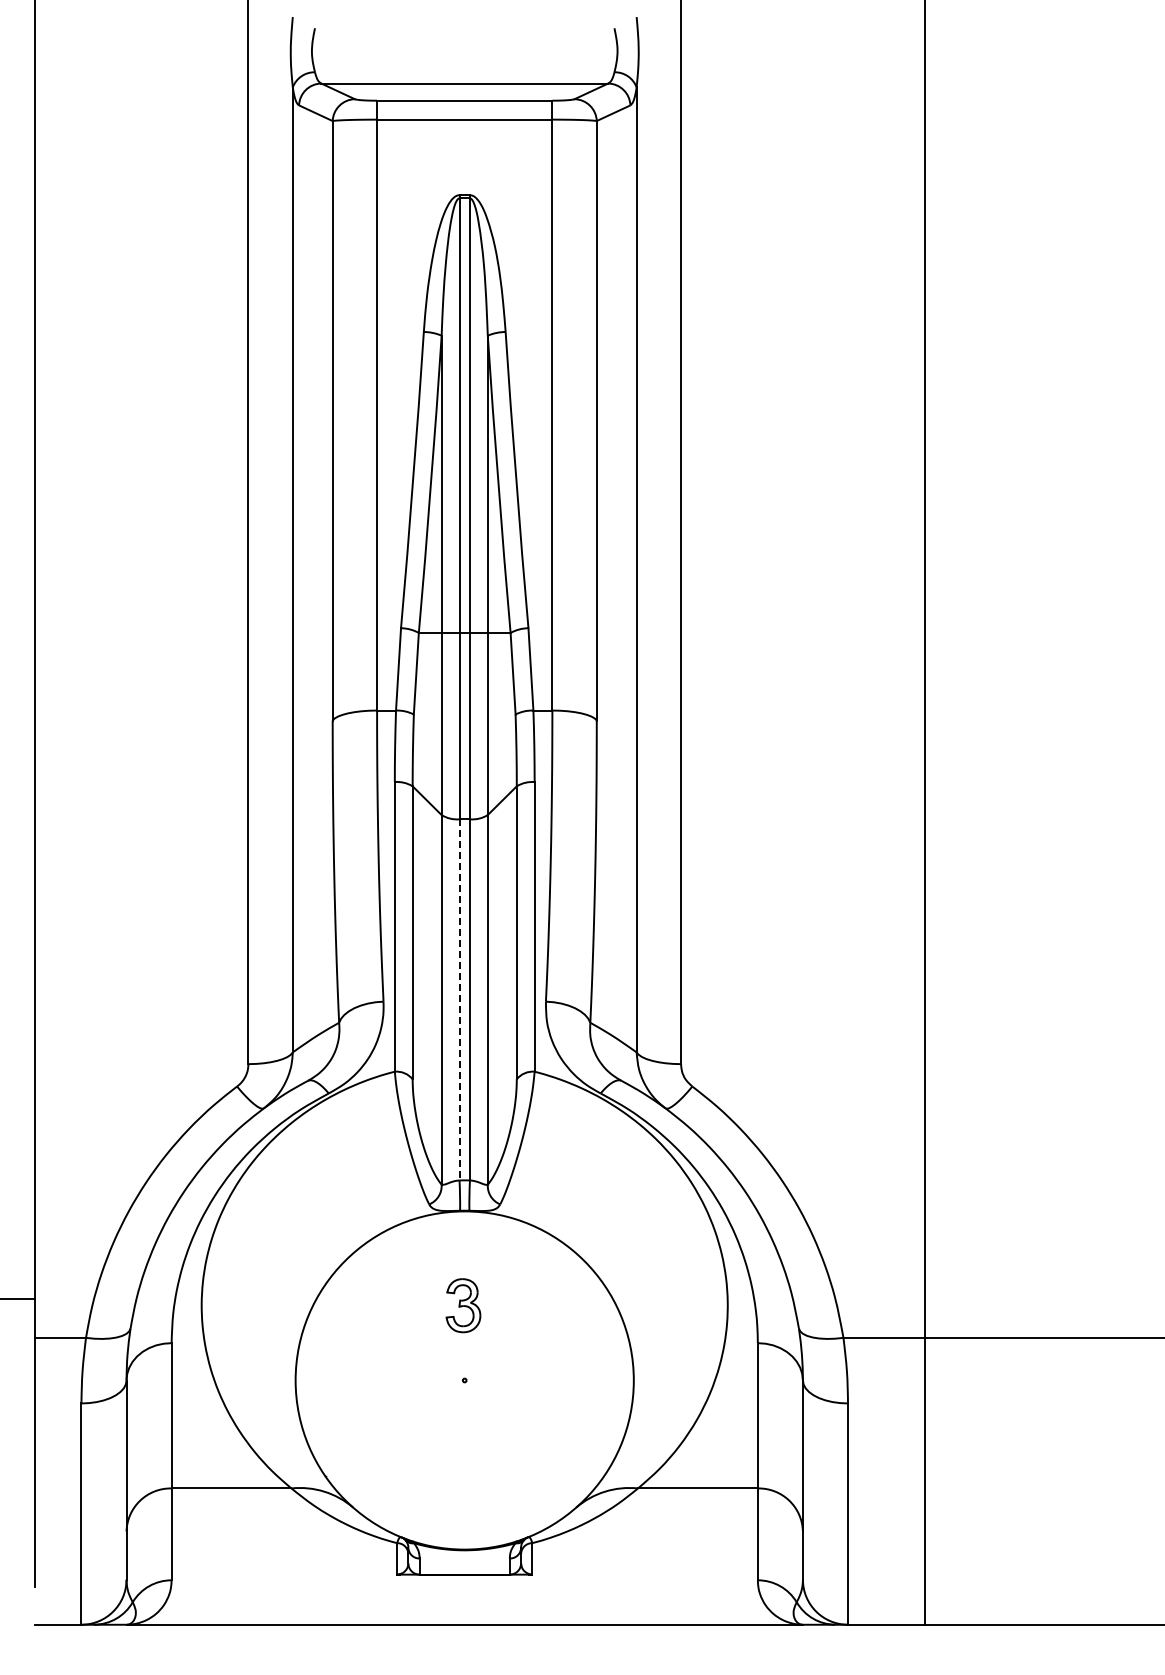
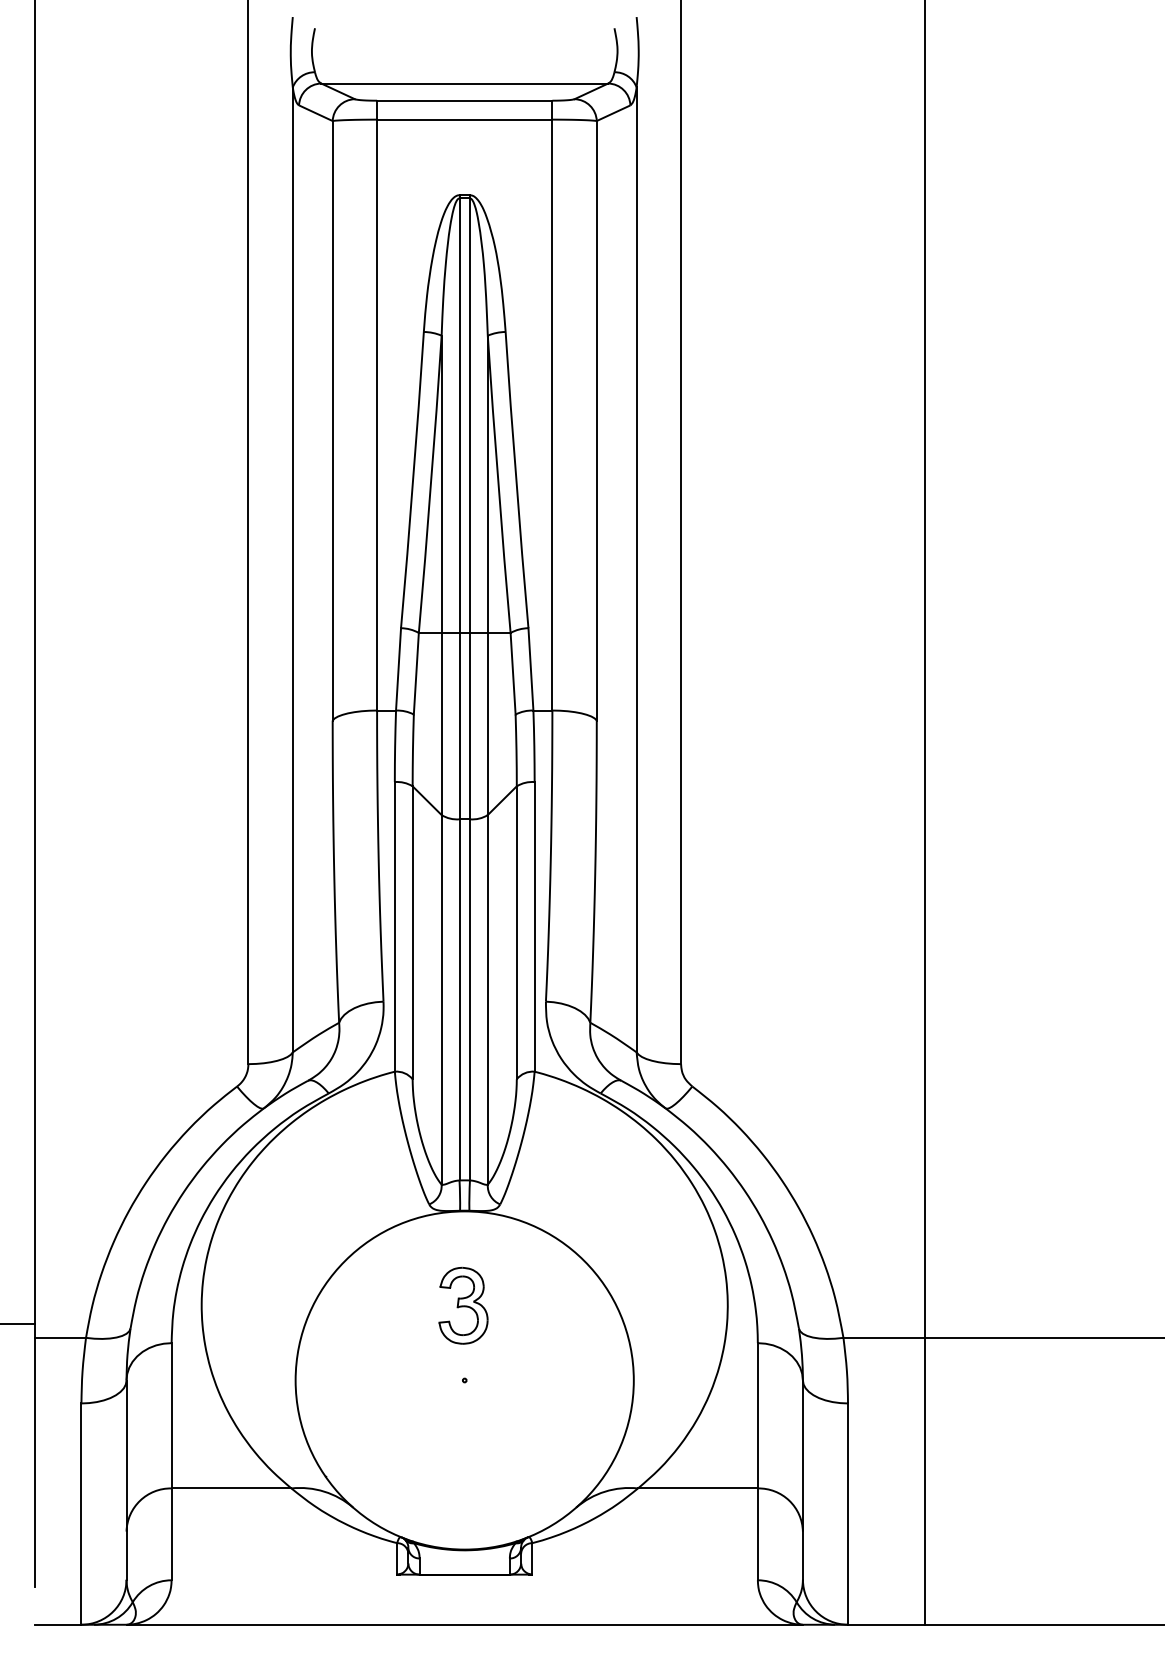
line at (459, 999): dashed -> solid
line at (18, 1299) position: (18, 1299) -> (18, 1324)
part at (463, 1305) size: 37x56 px -> 51x79 px
